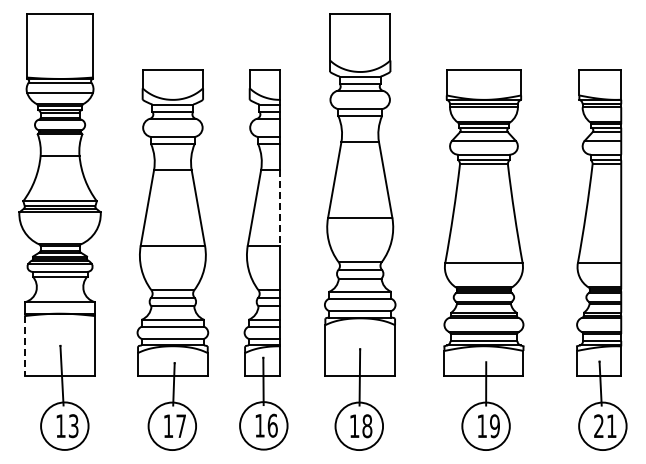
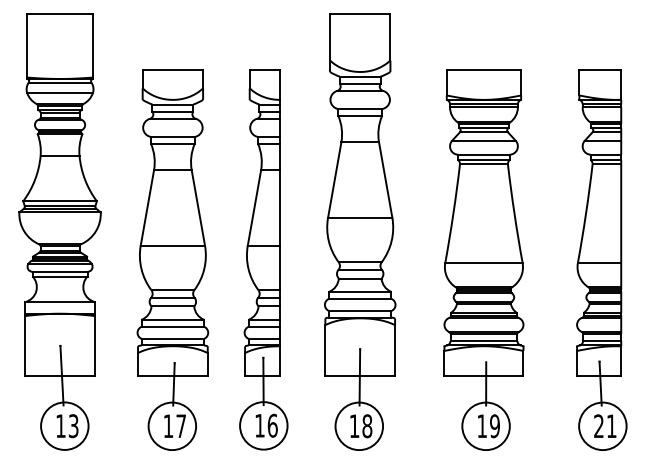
line at (279, 207): dashed -> solid
line at (25, 346): dashed -> solid
